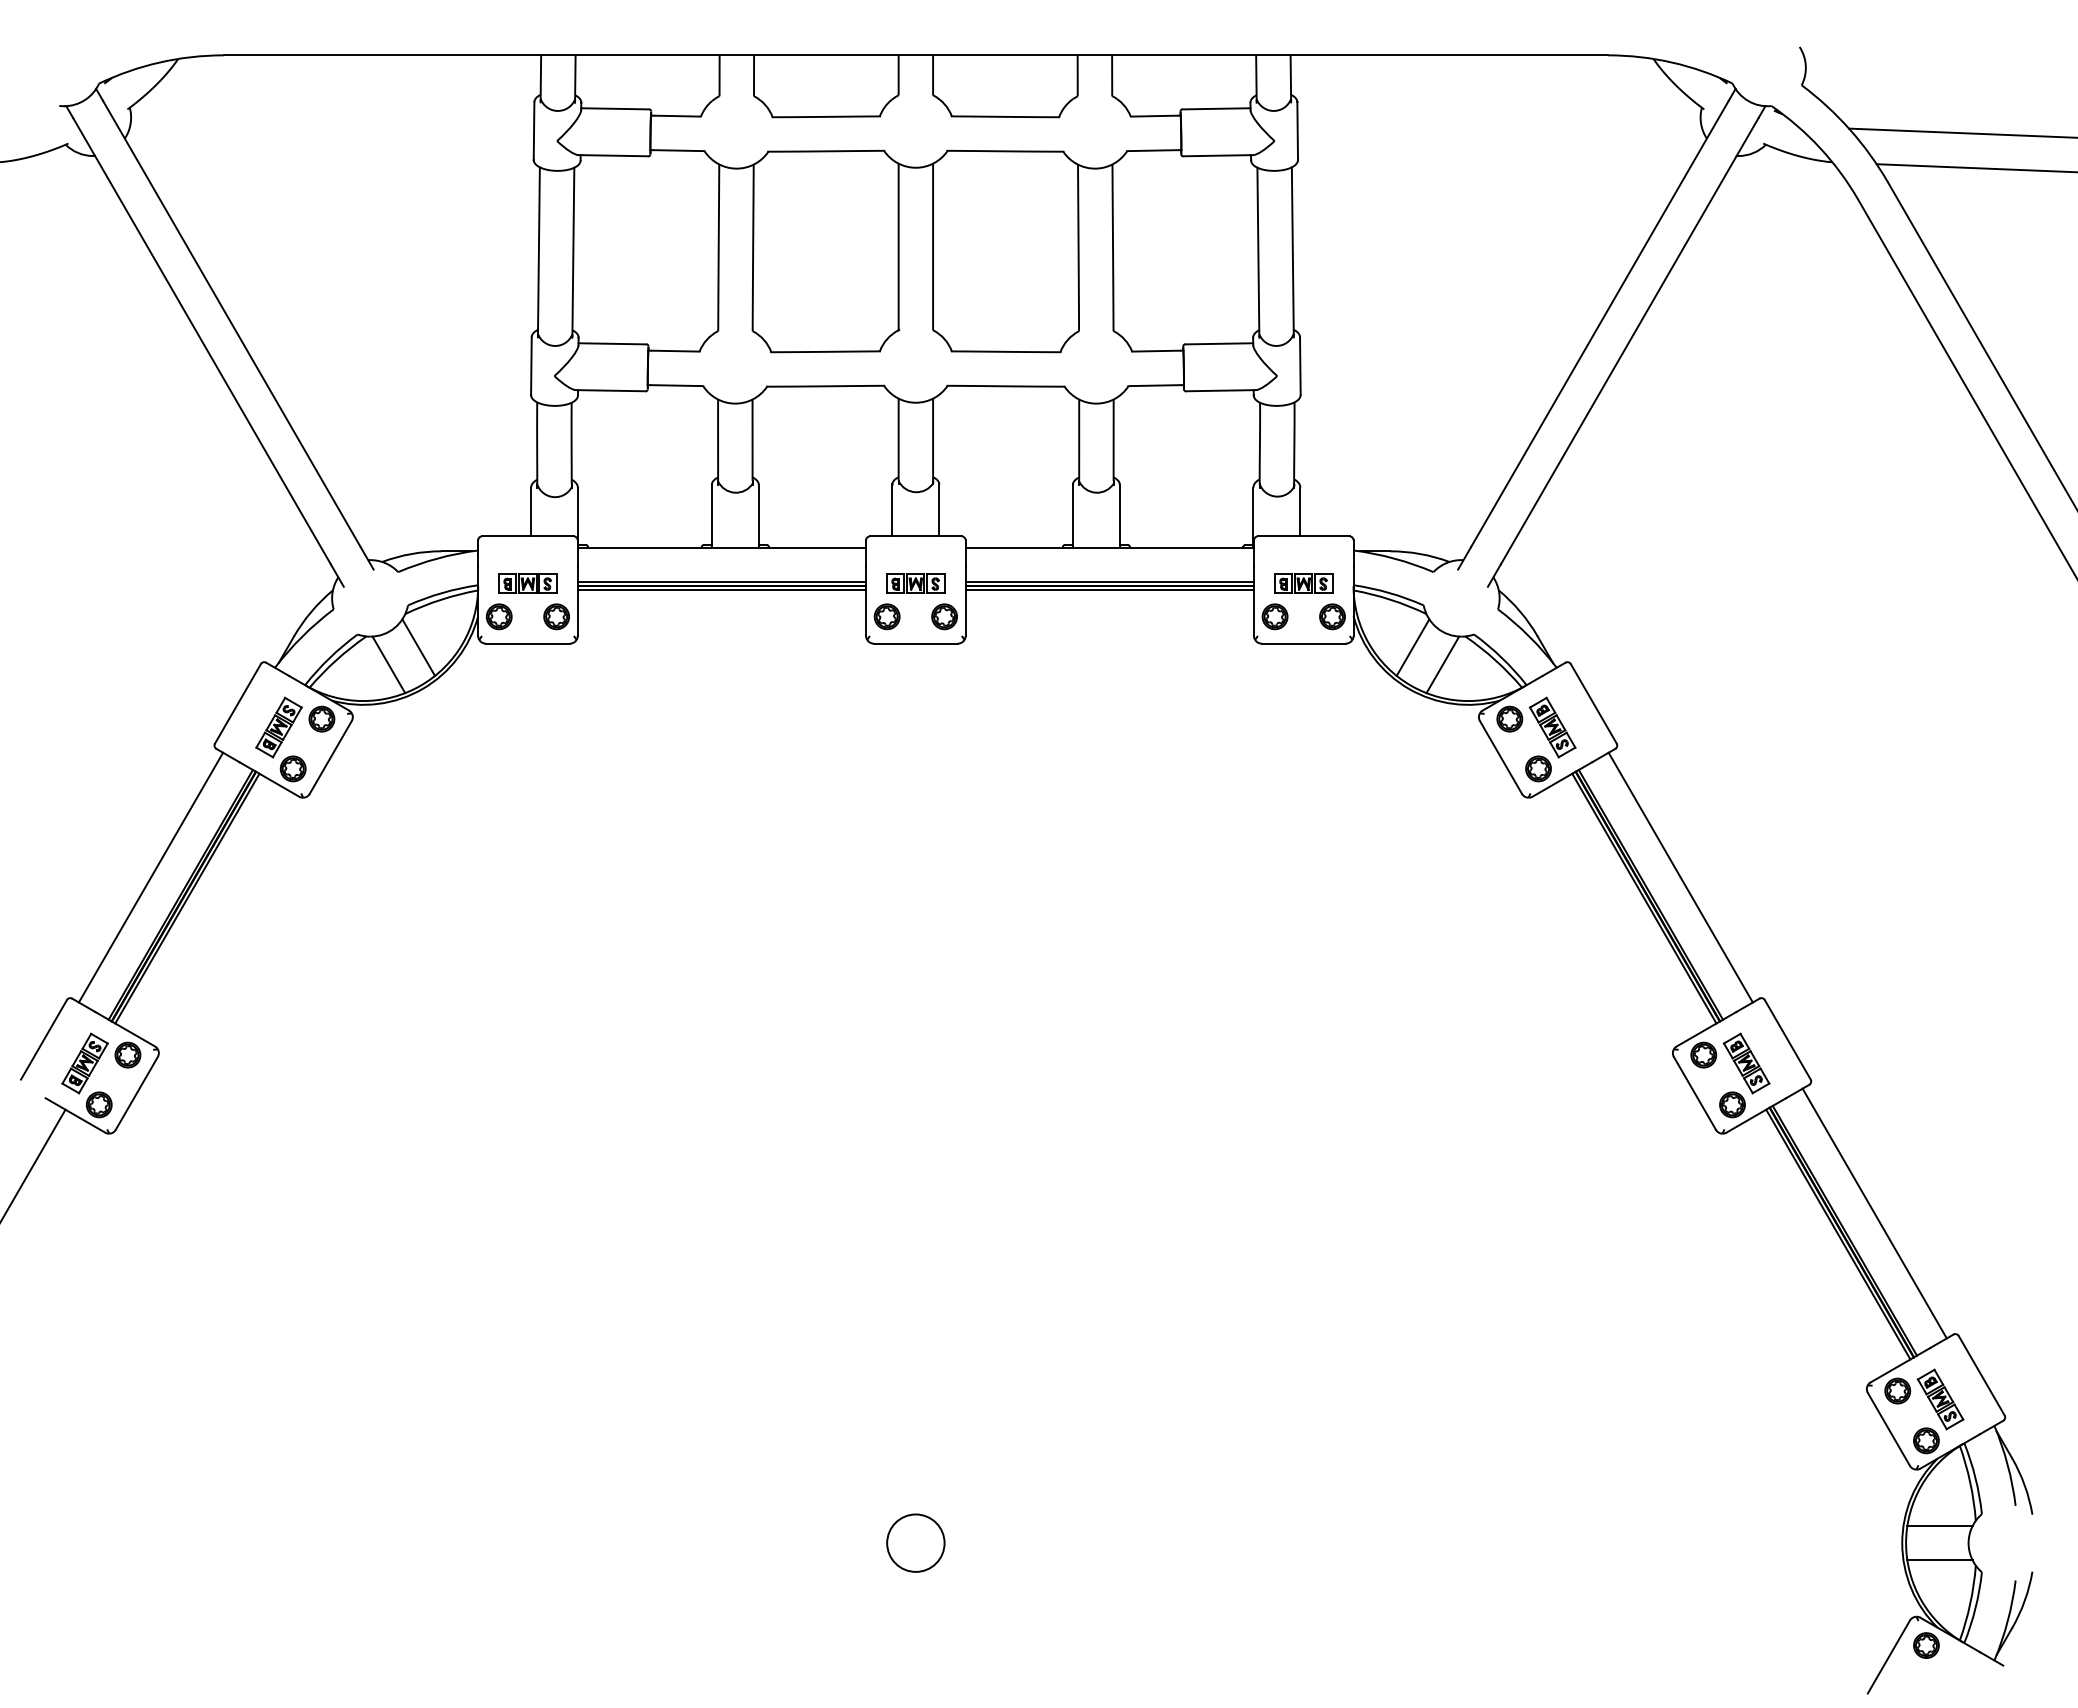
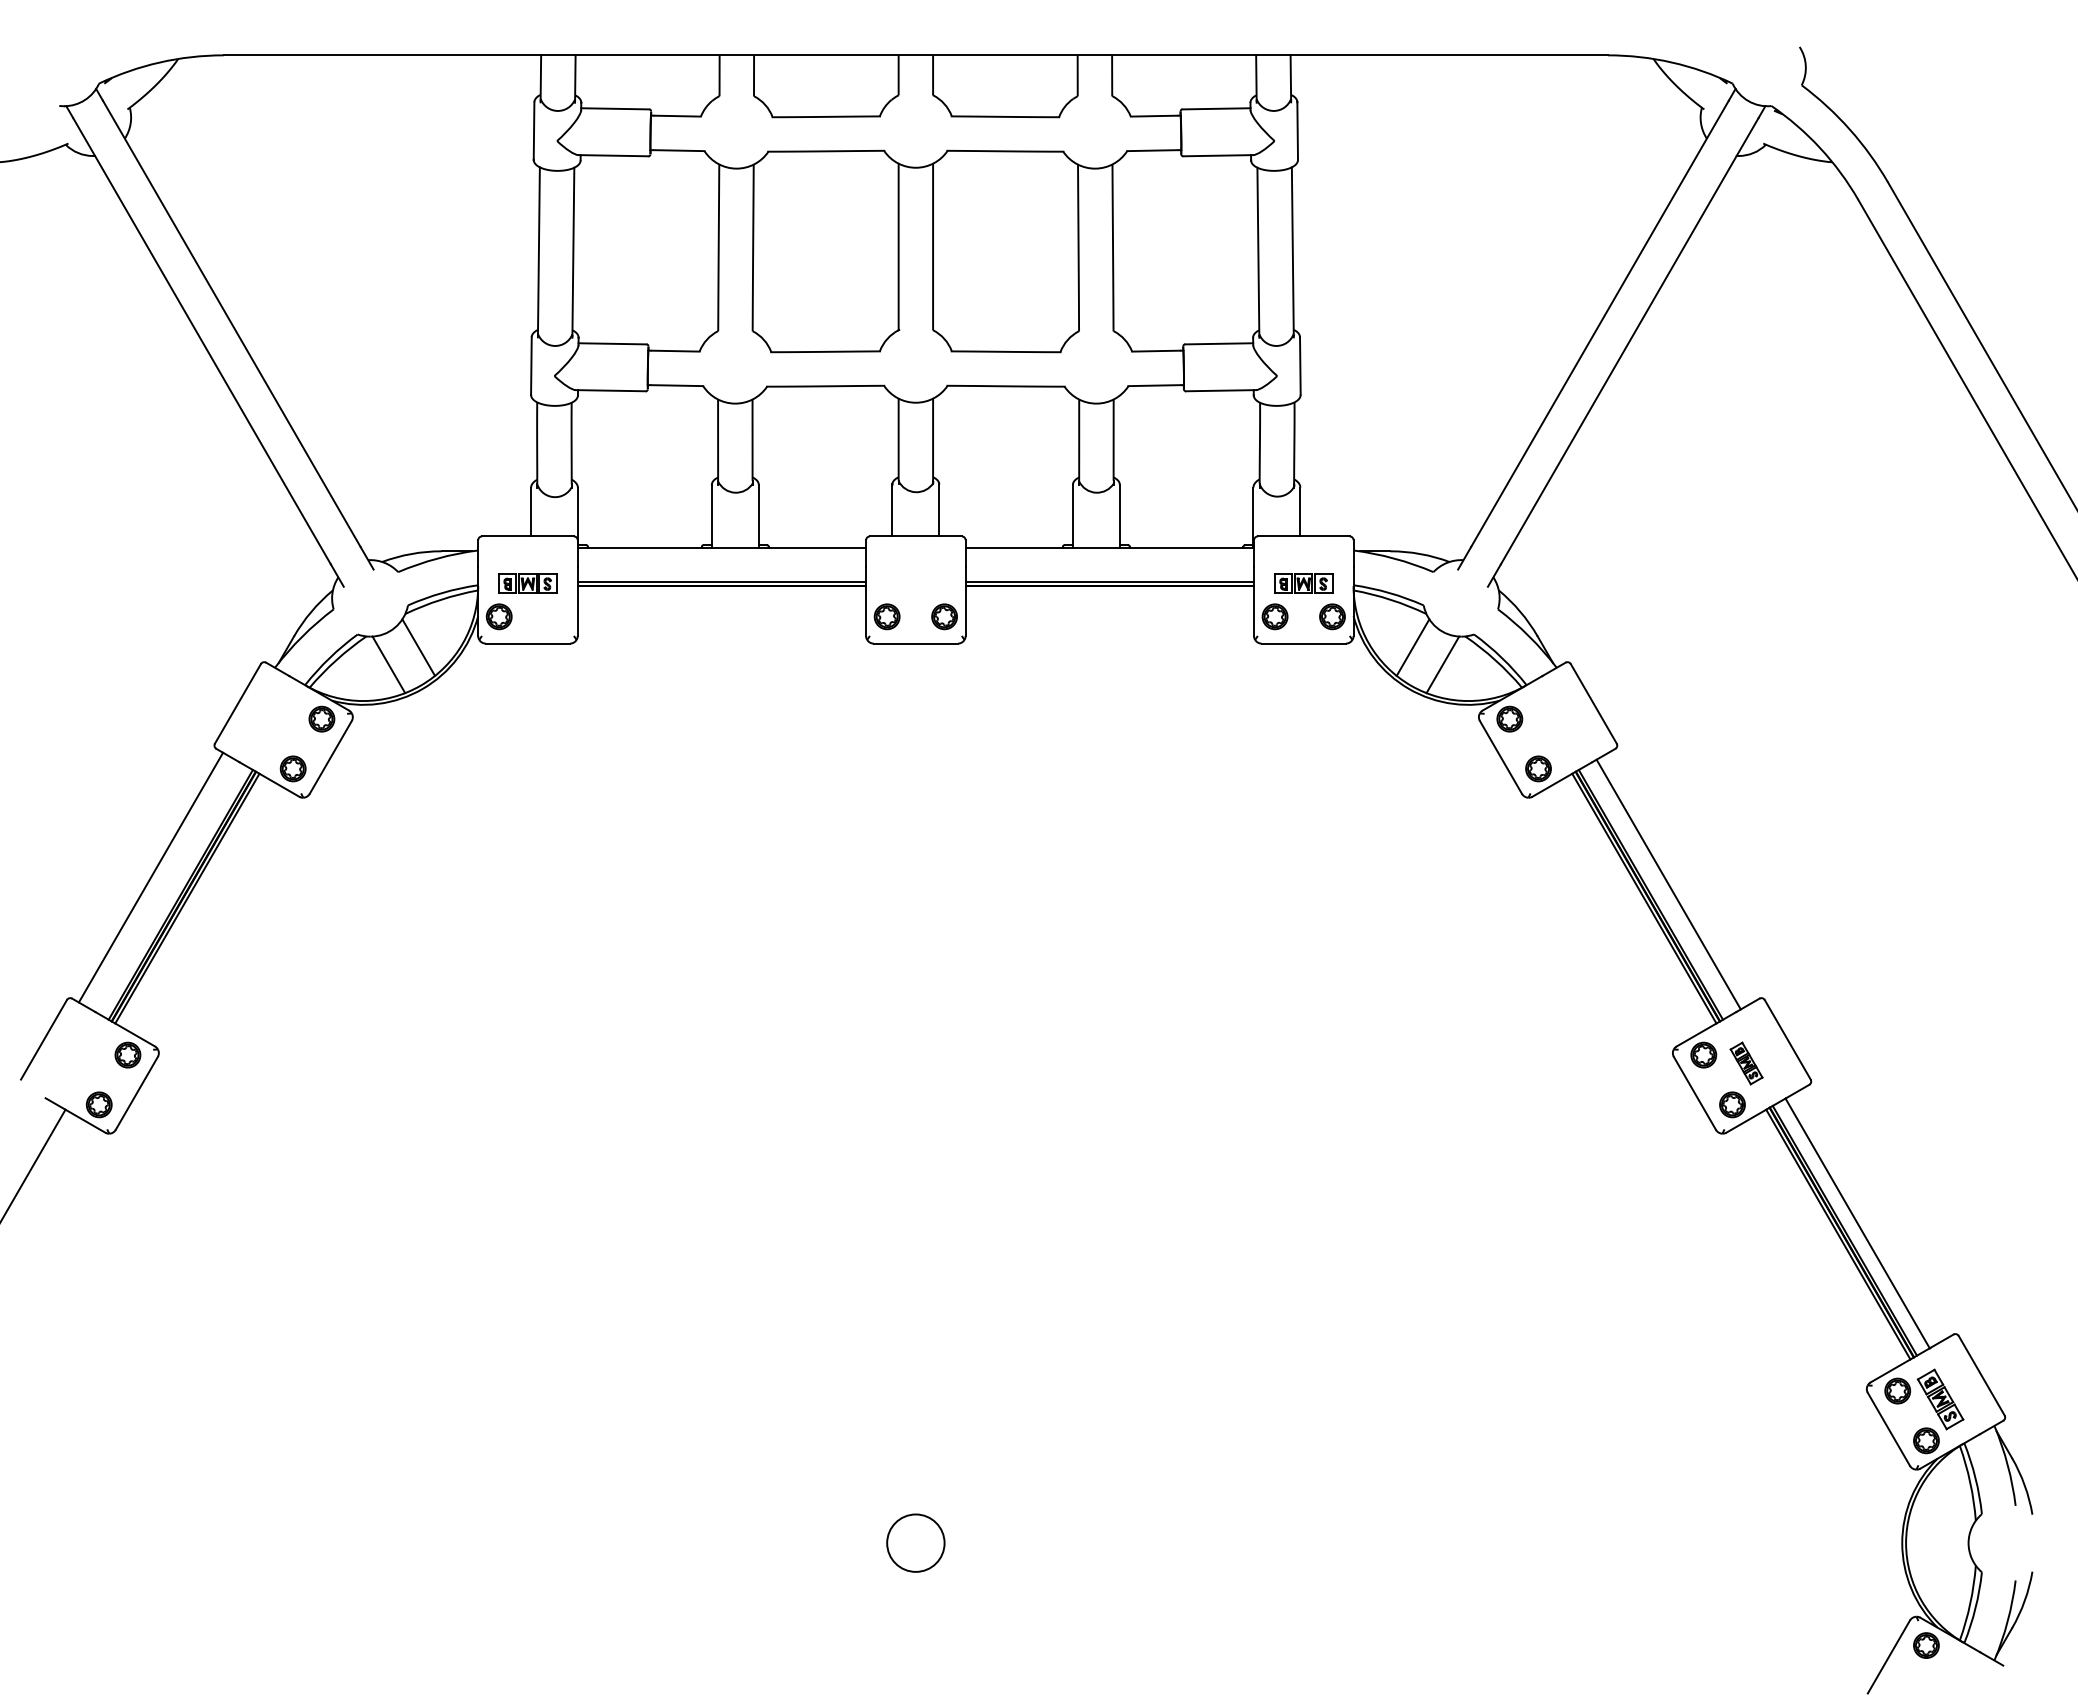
line at (1961, 132): present -> none
line at (1975, 168): present -> none
part at (915, 583): present -> none
line at (721, 590): present -> none
line at (1109, 590): present -> none
part at (556, 616): present -> none
part at (278, 727): present -> none
part at (1552, 727): present -> none
line at (1680, 877) position: (1680, 877) -> (1668, 884)
part at (84, 1063): present -> none
part at (1746, 1063) size: 49x63 px -> 35x45 px
line at (1874, 1213) position: (1874, 1213) -> (1857, 1223)
line at (1939, 1525): present -> none
line at (1939, 1560): present -> none
